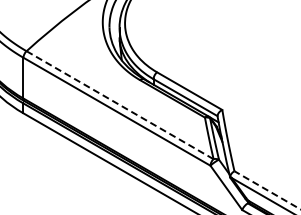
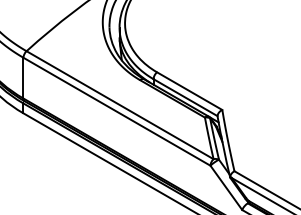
line at (120, 105): dashed -> solid
line at (267, 190): dashed -> solid
